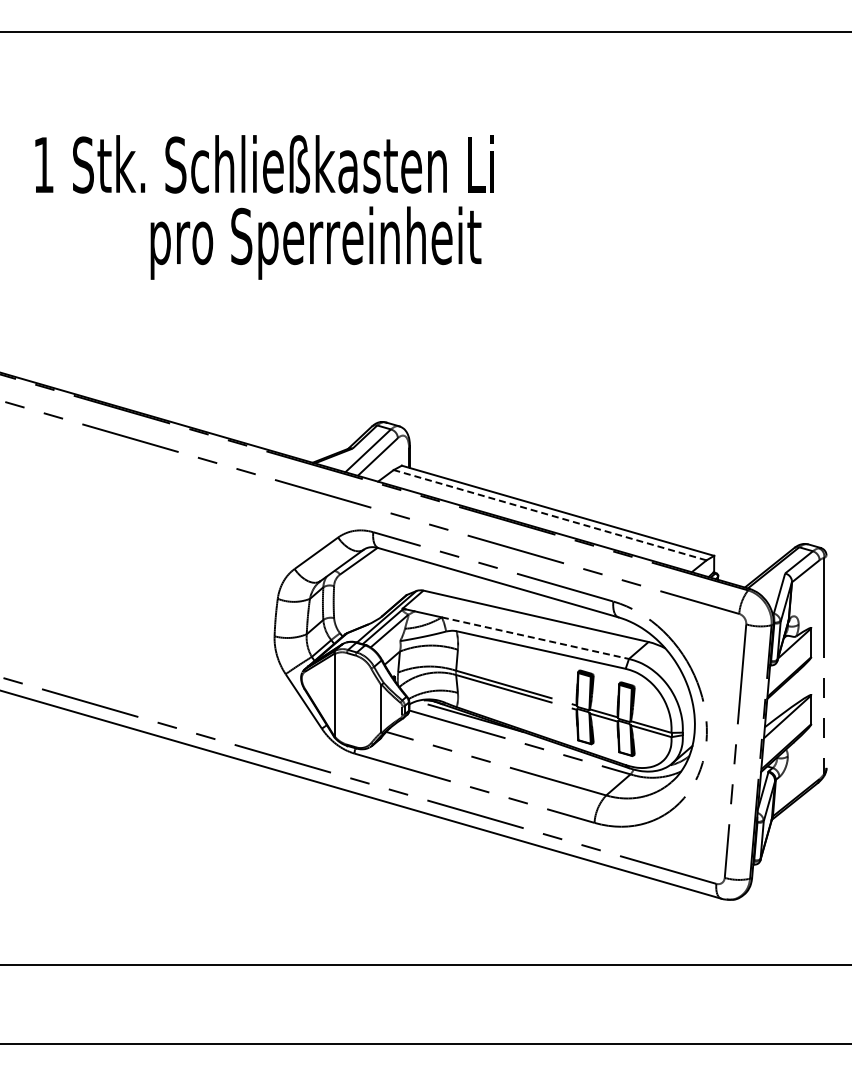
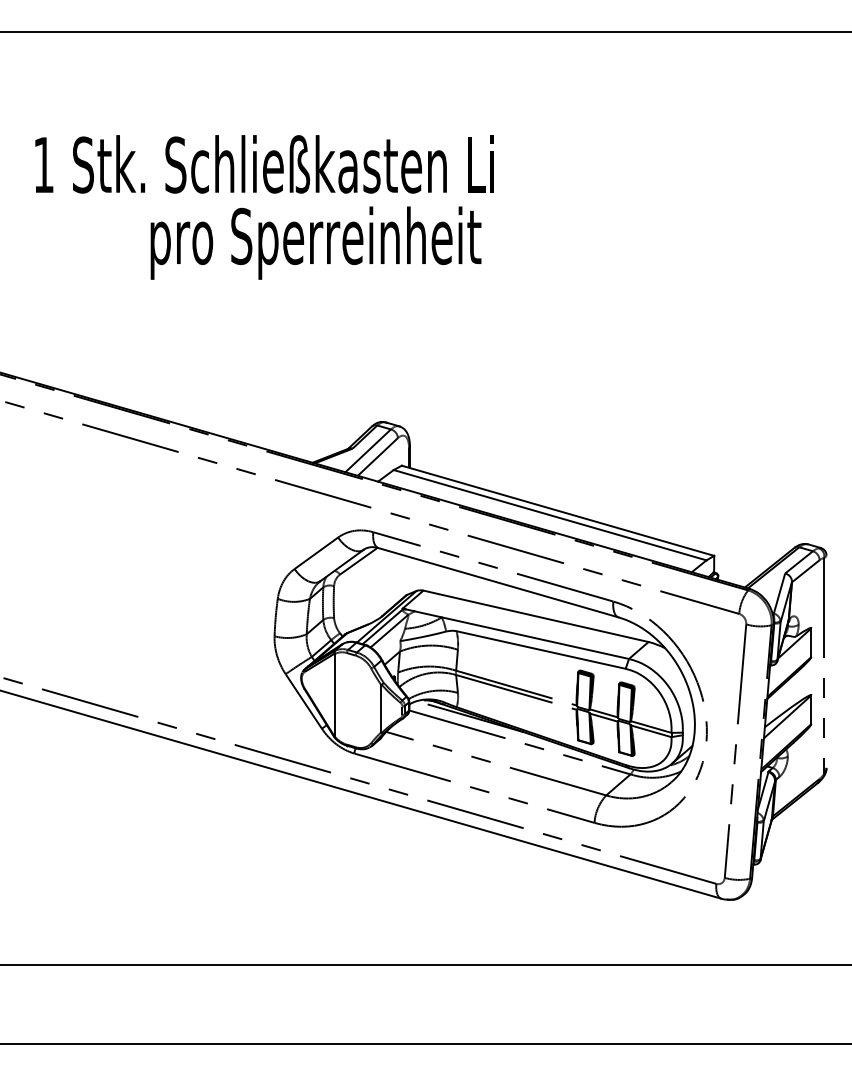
line at (550, 515): dashed -> solid
line at (535, 638): dashed -> solid
